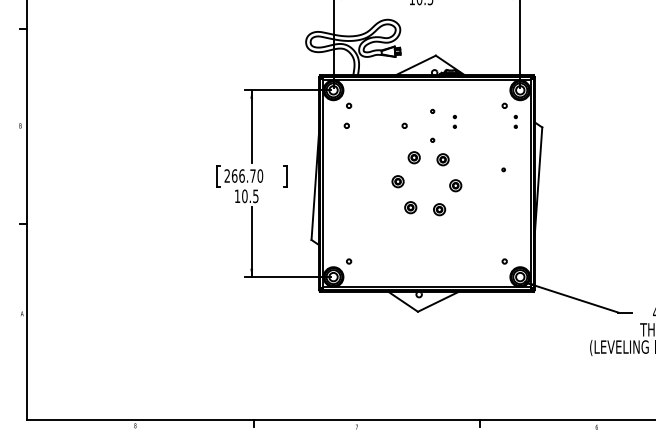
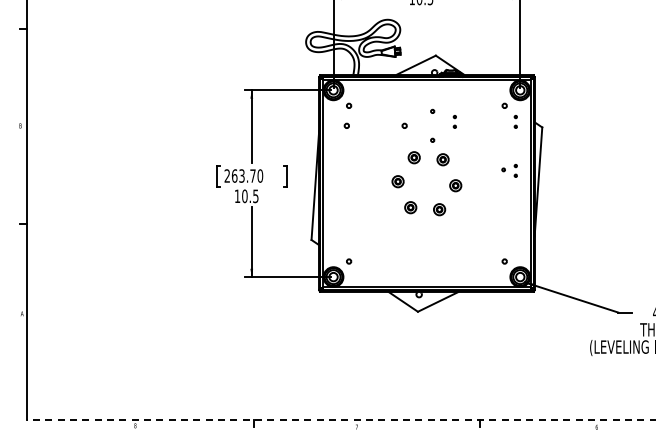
part at (515, 170): none -> present
text at (241, 175): 266.70 -> 263.70
line at (340, 419): solid -> dashed
